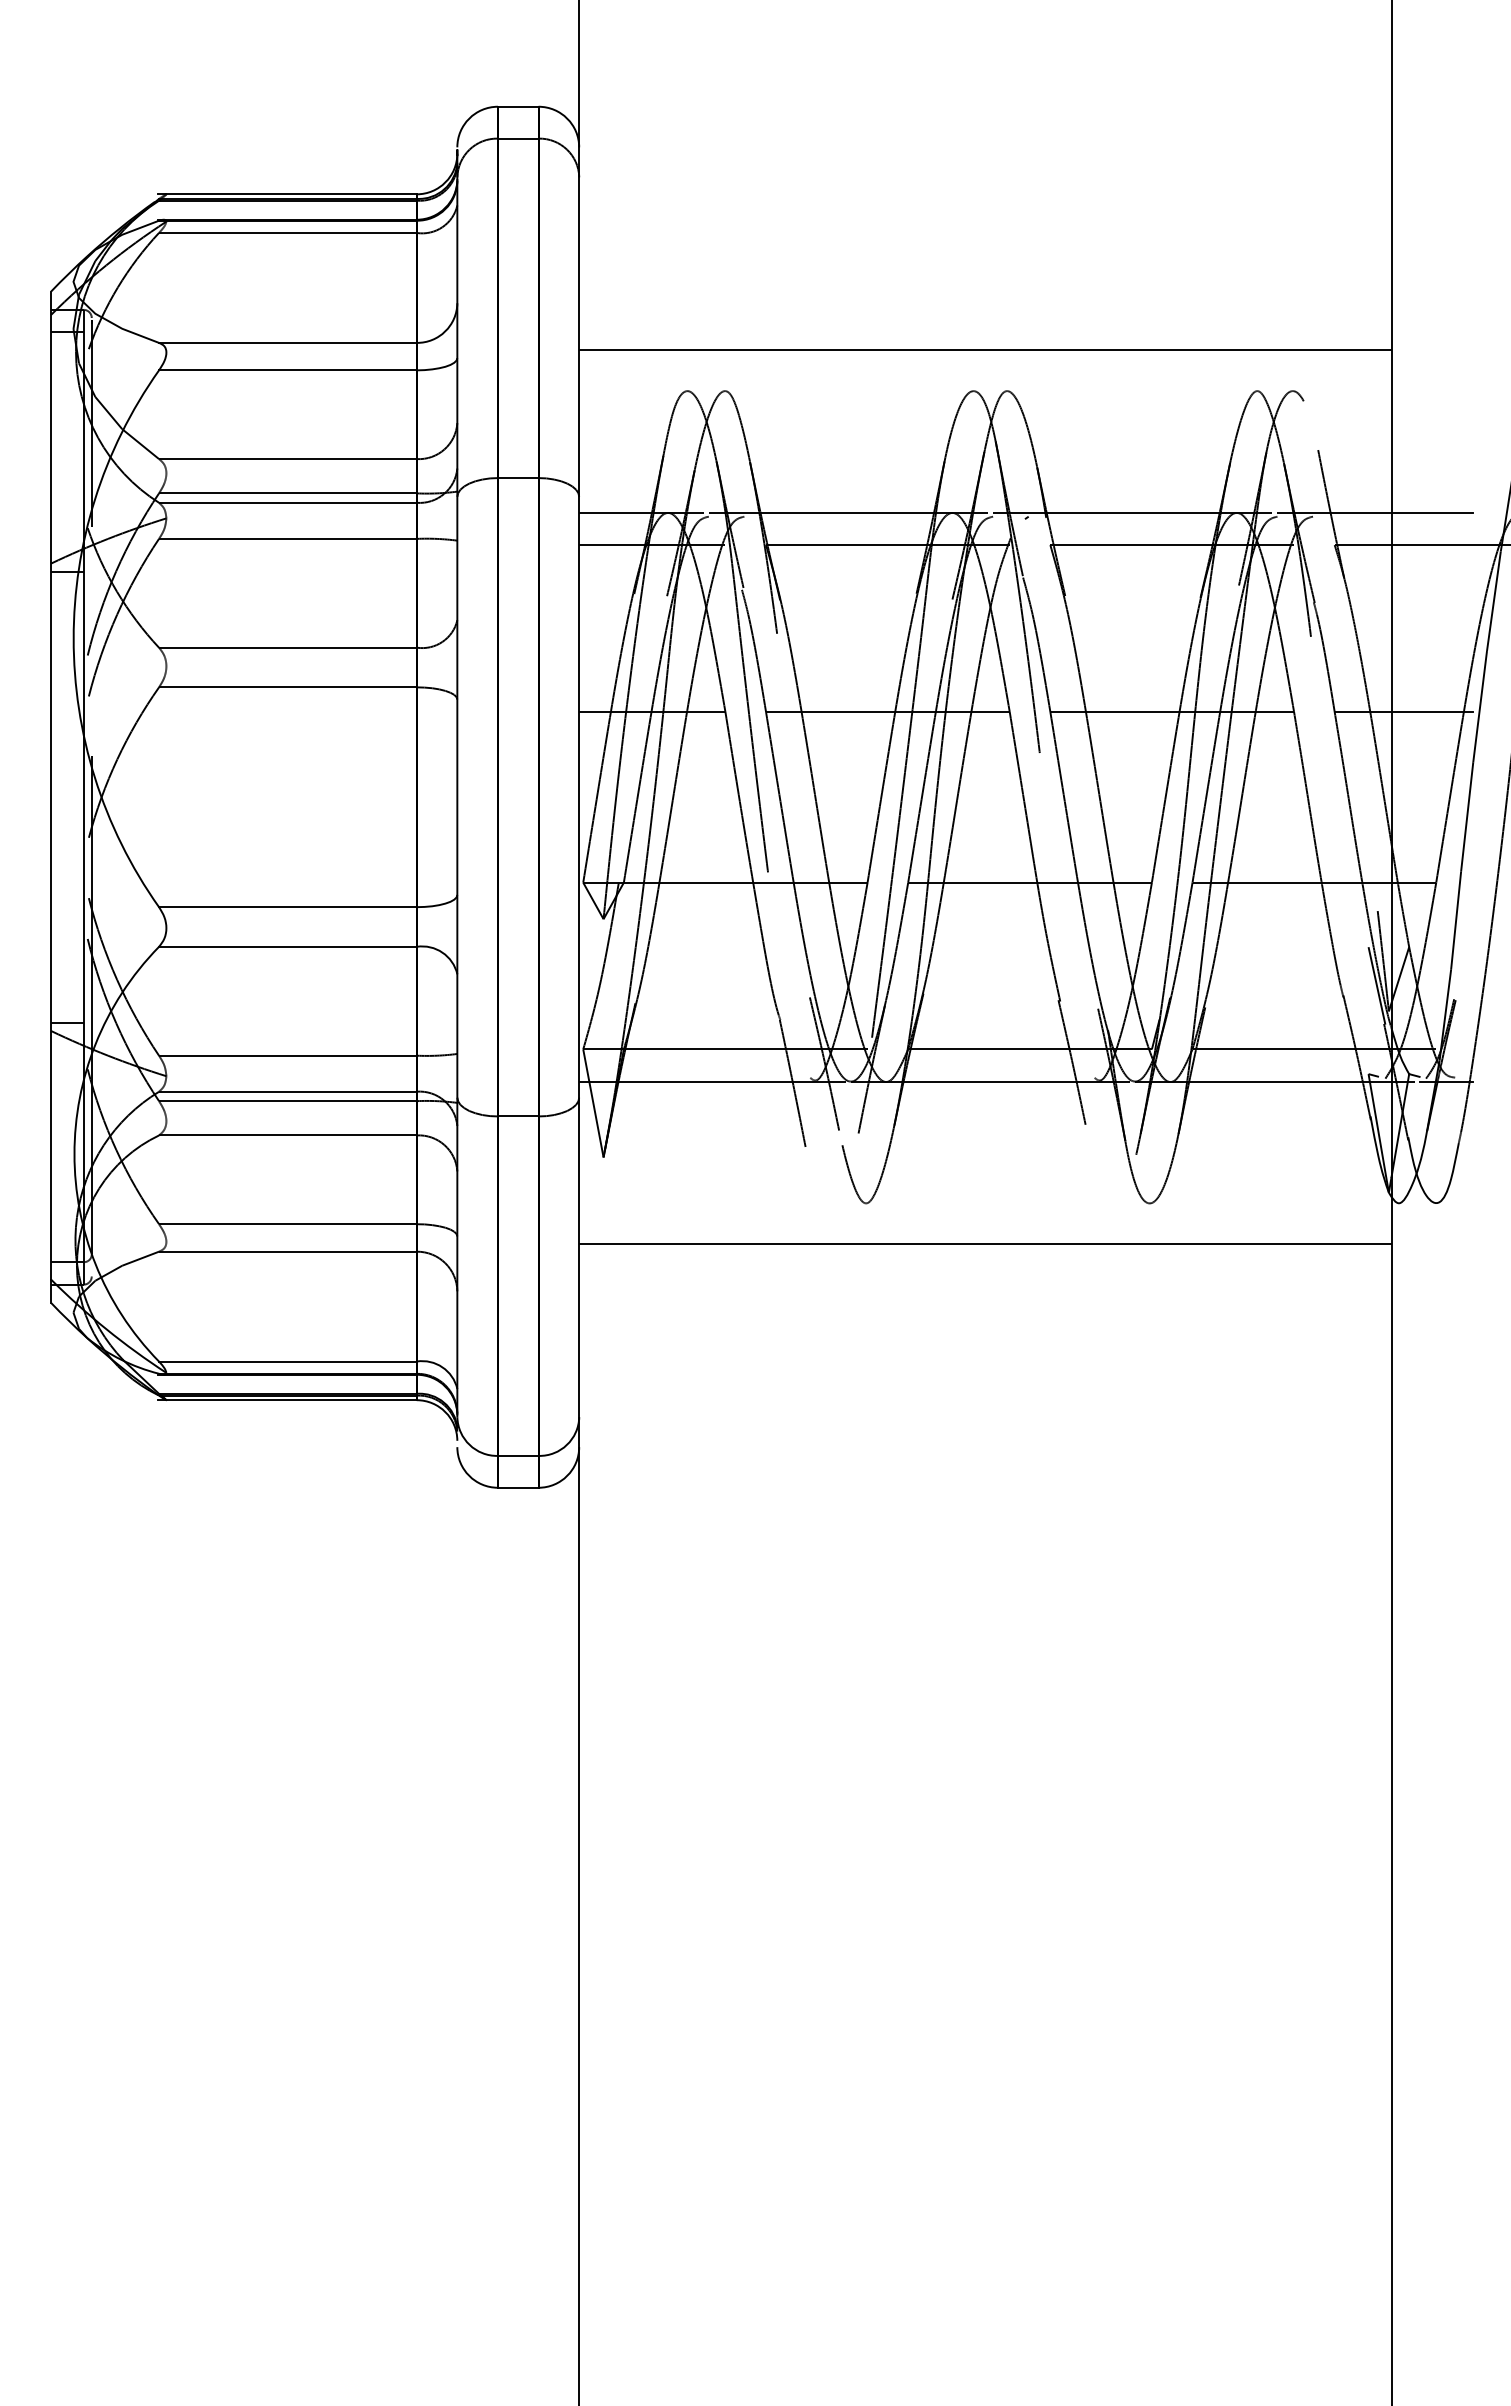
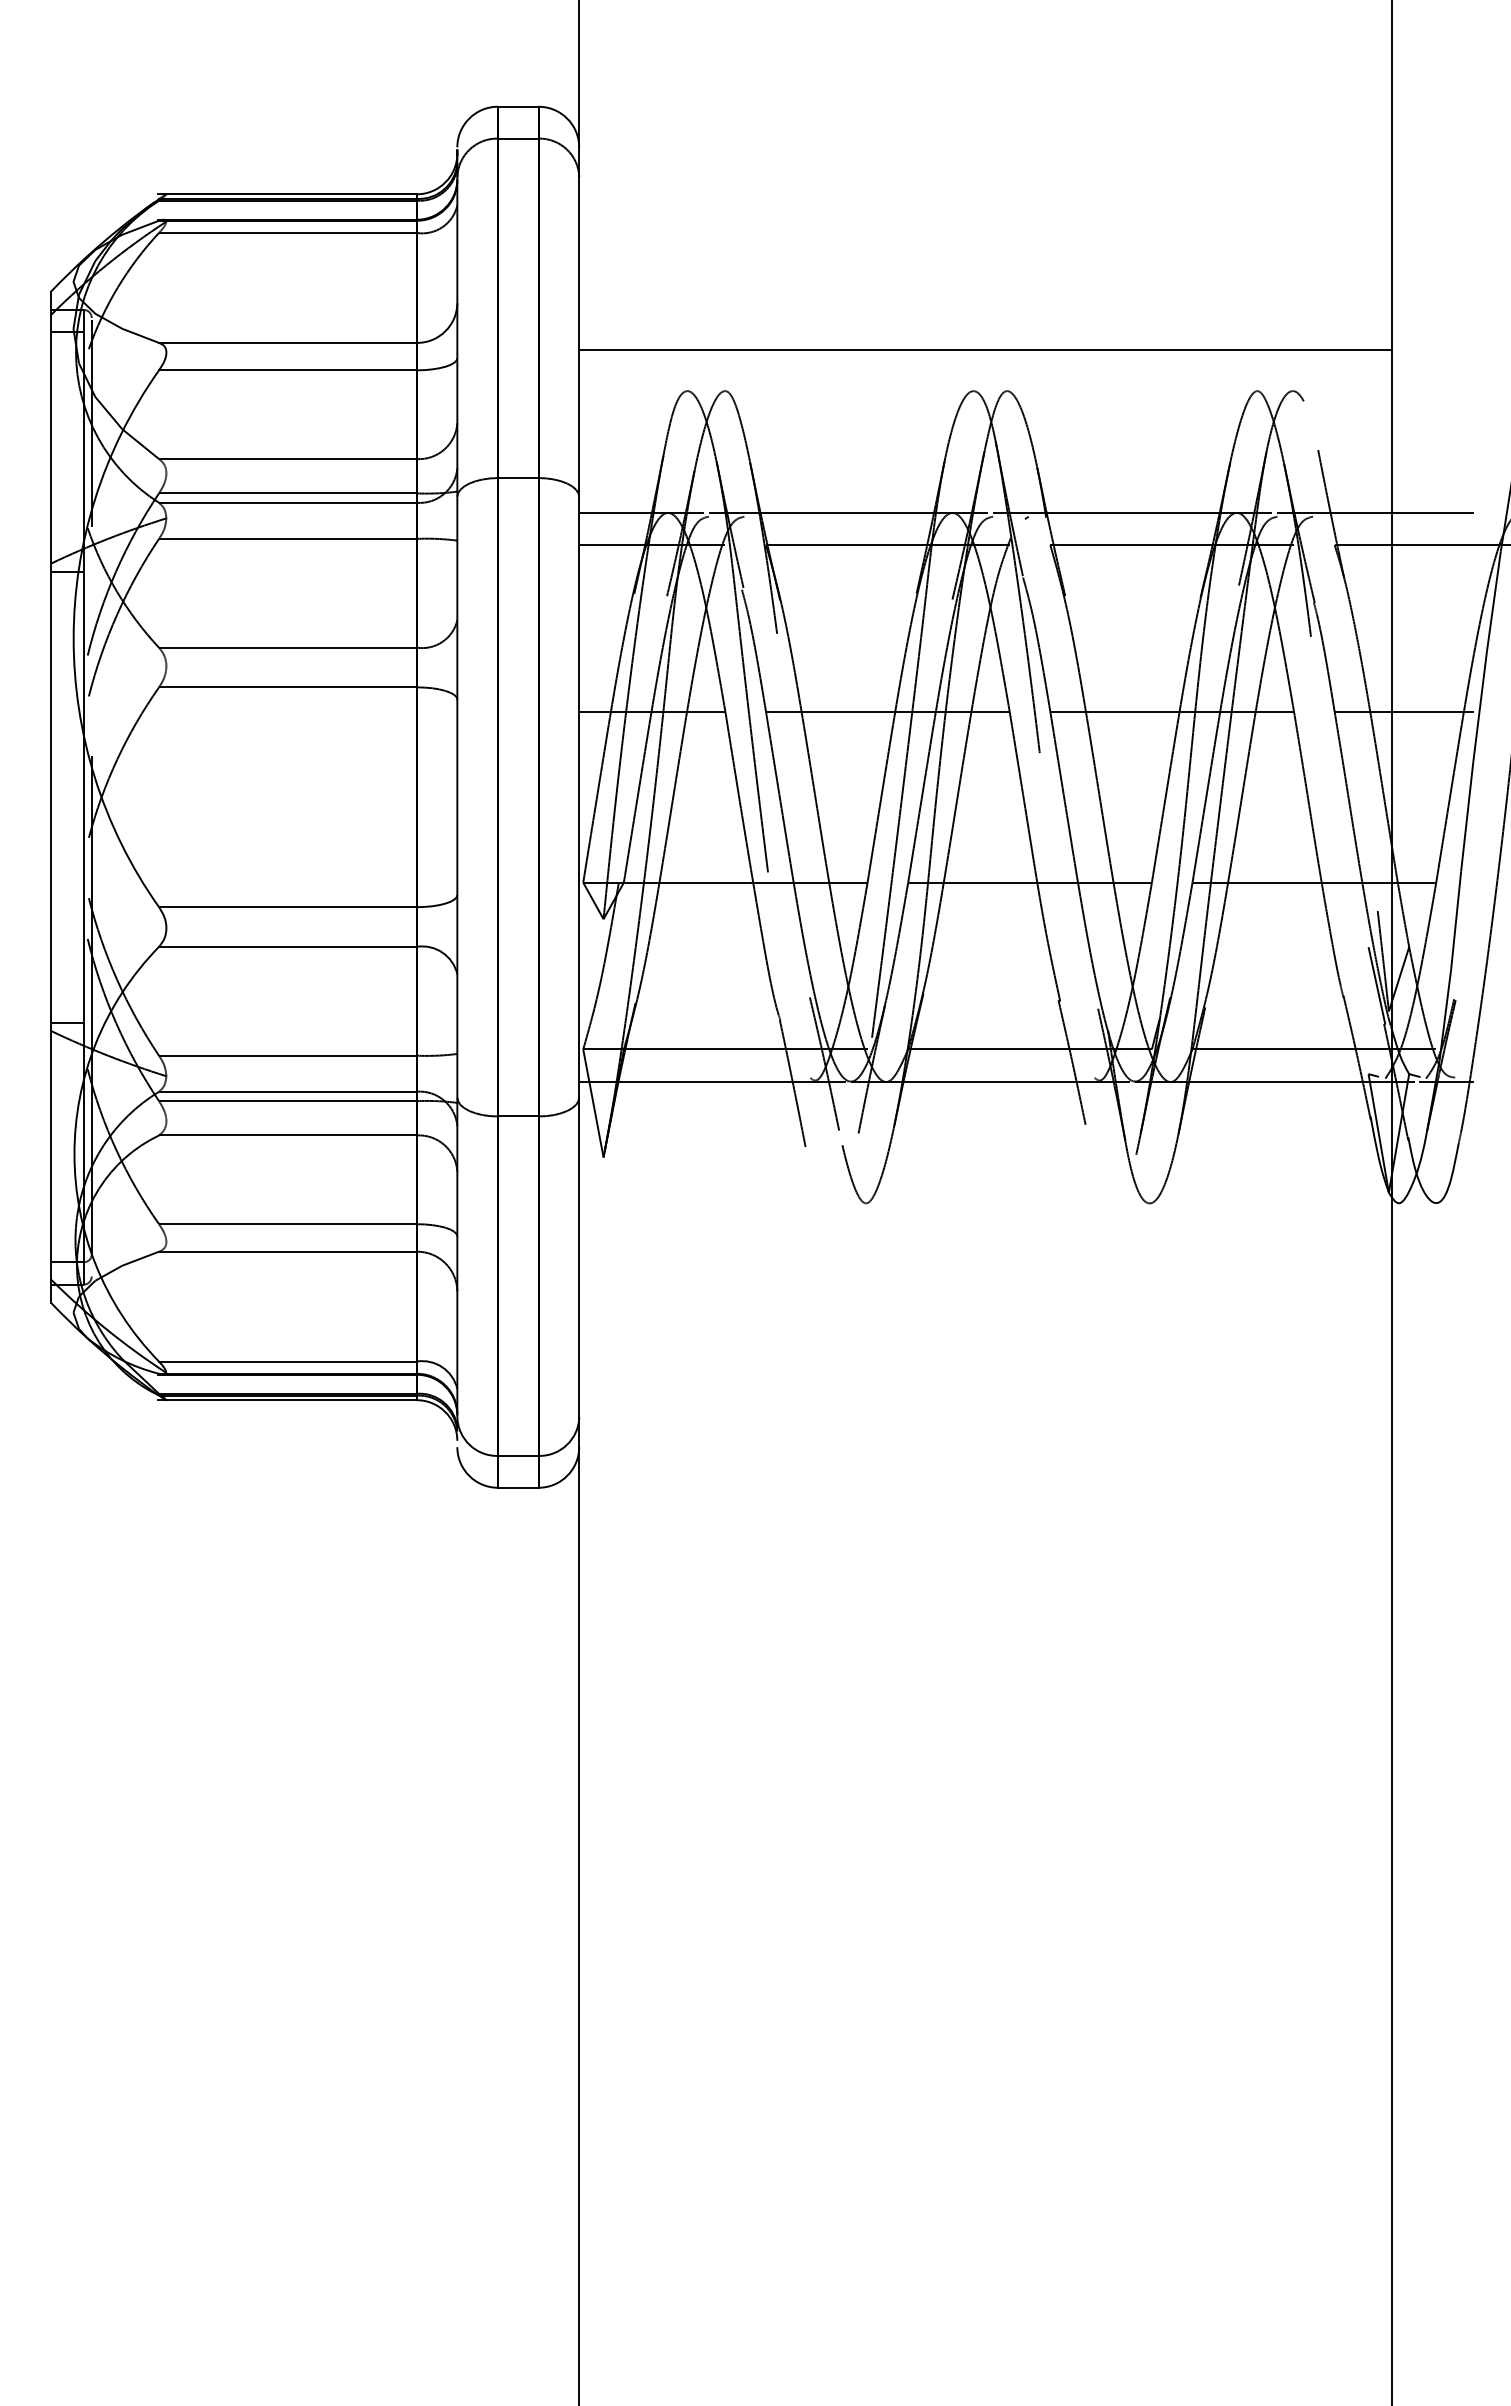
line at (985, 1244): present -> none
